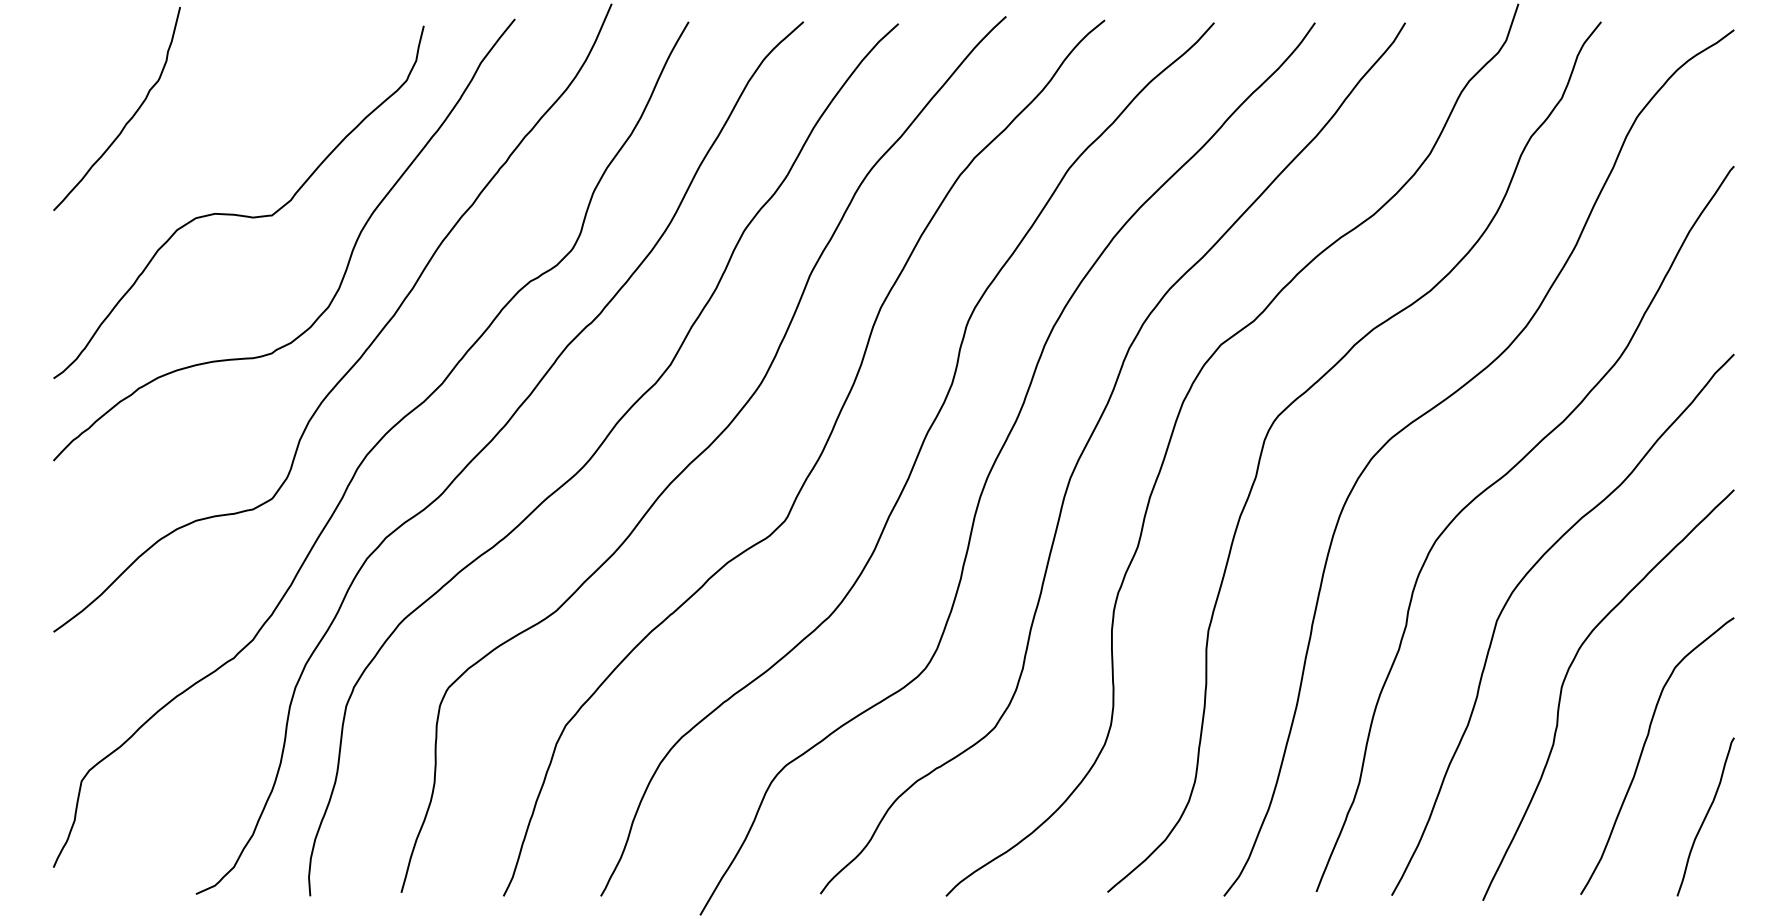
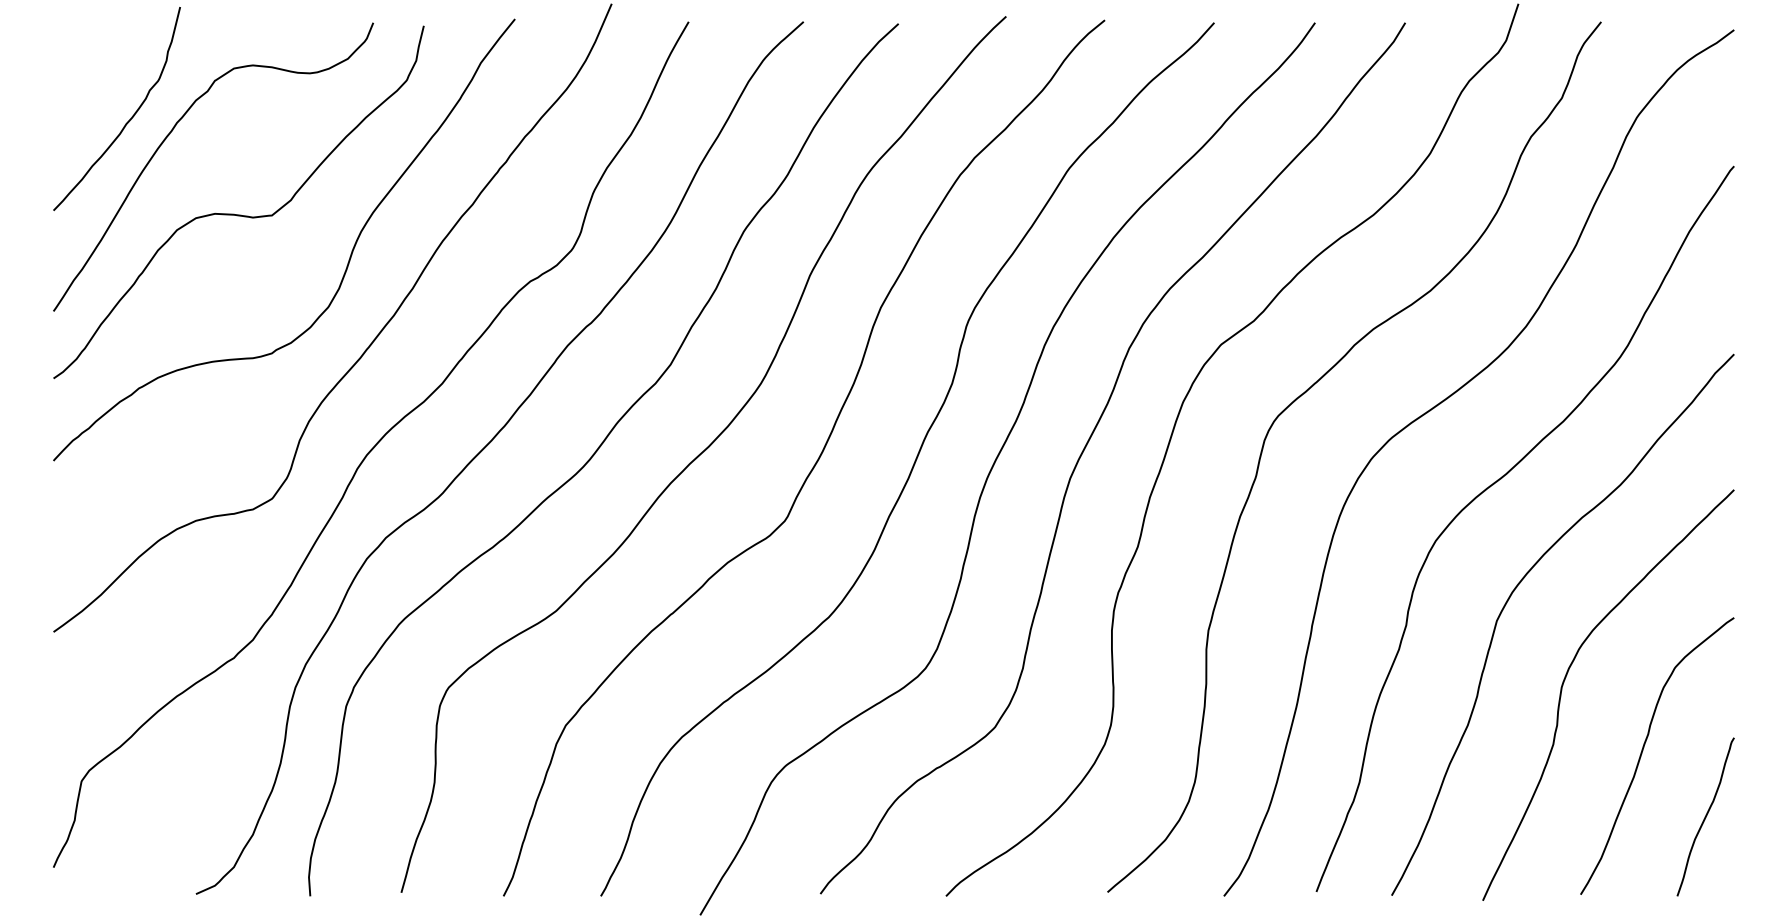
curve at (170, 134): none -> present
